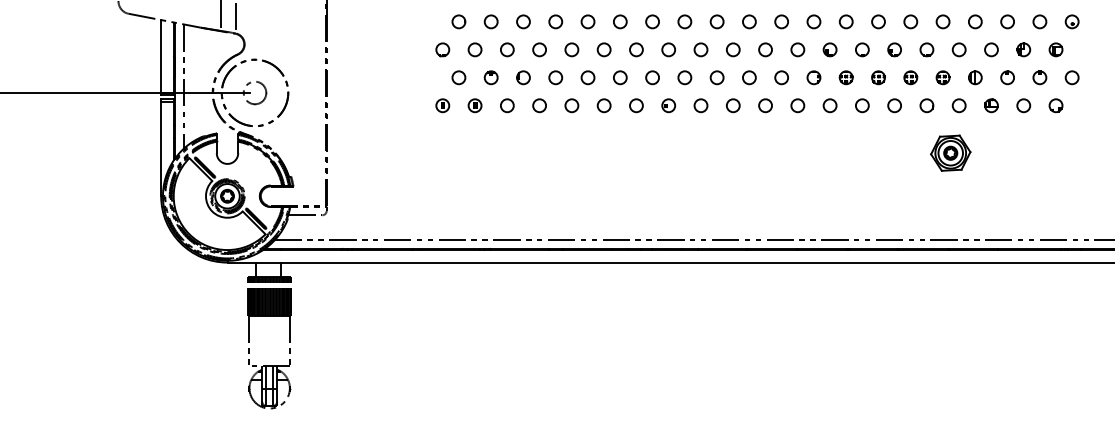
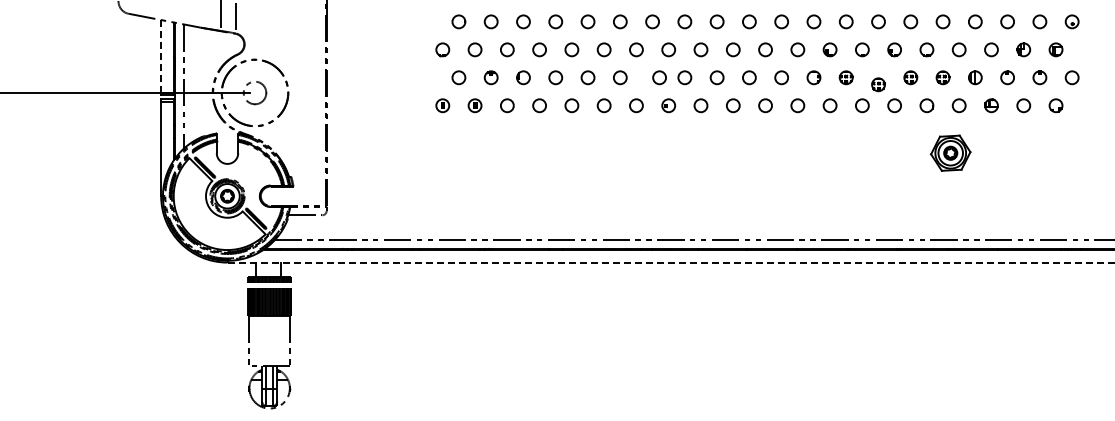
line at (161, 57): solid -> dashed
circle at (652, 77) position: (652, 77) -> (659, 77)
part at (878, 77) position: (878, 77) -> (878, 84)
line at (671, 262): solid -> dashed
